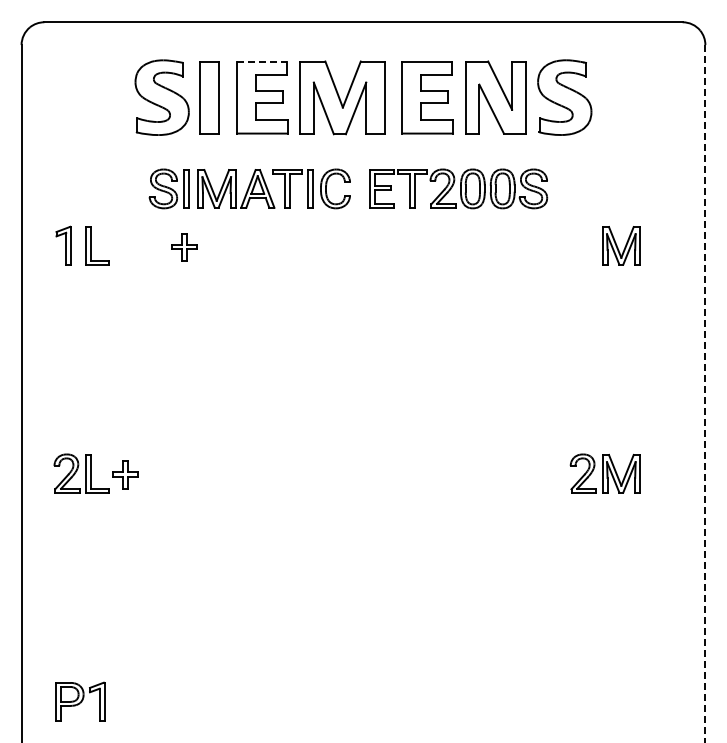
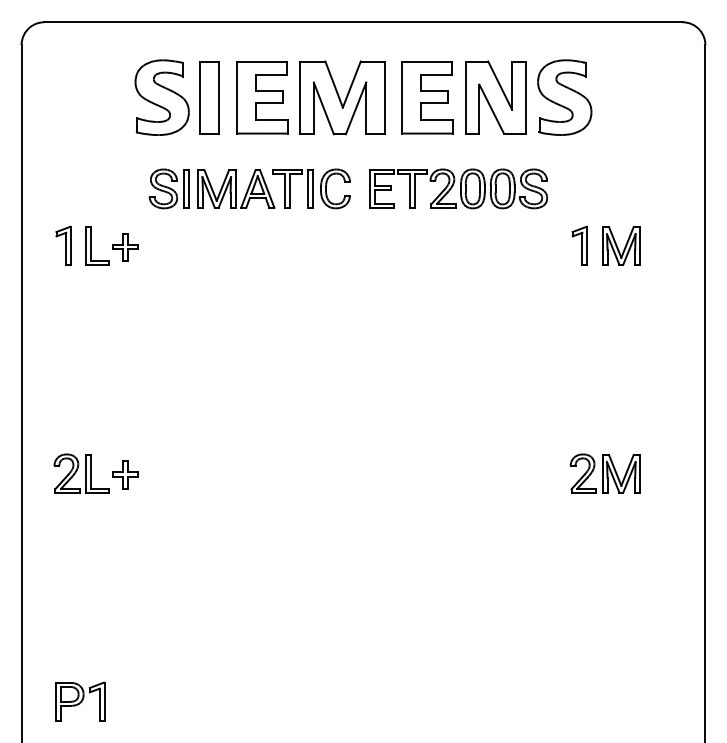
line at (261, 61): dashed -> solid
part at (579, 245): none -> present
part at (184, 247) position: (184, 247) -> (125, 247)
line at (705, 393): dashed -> solid
